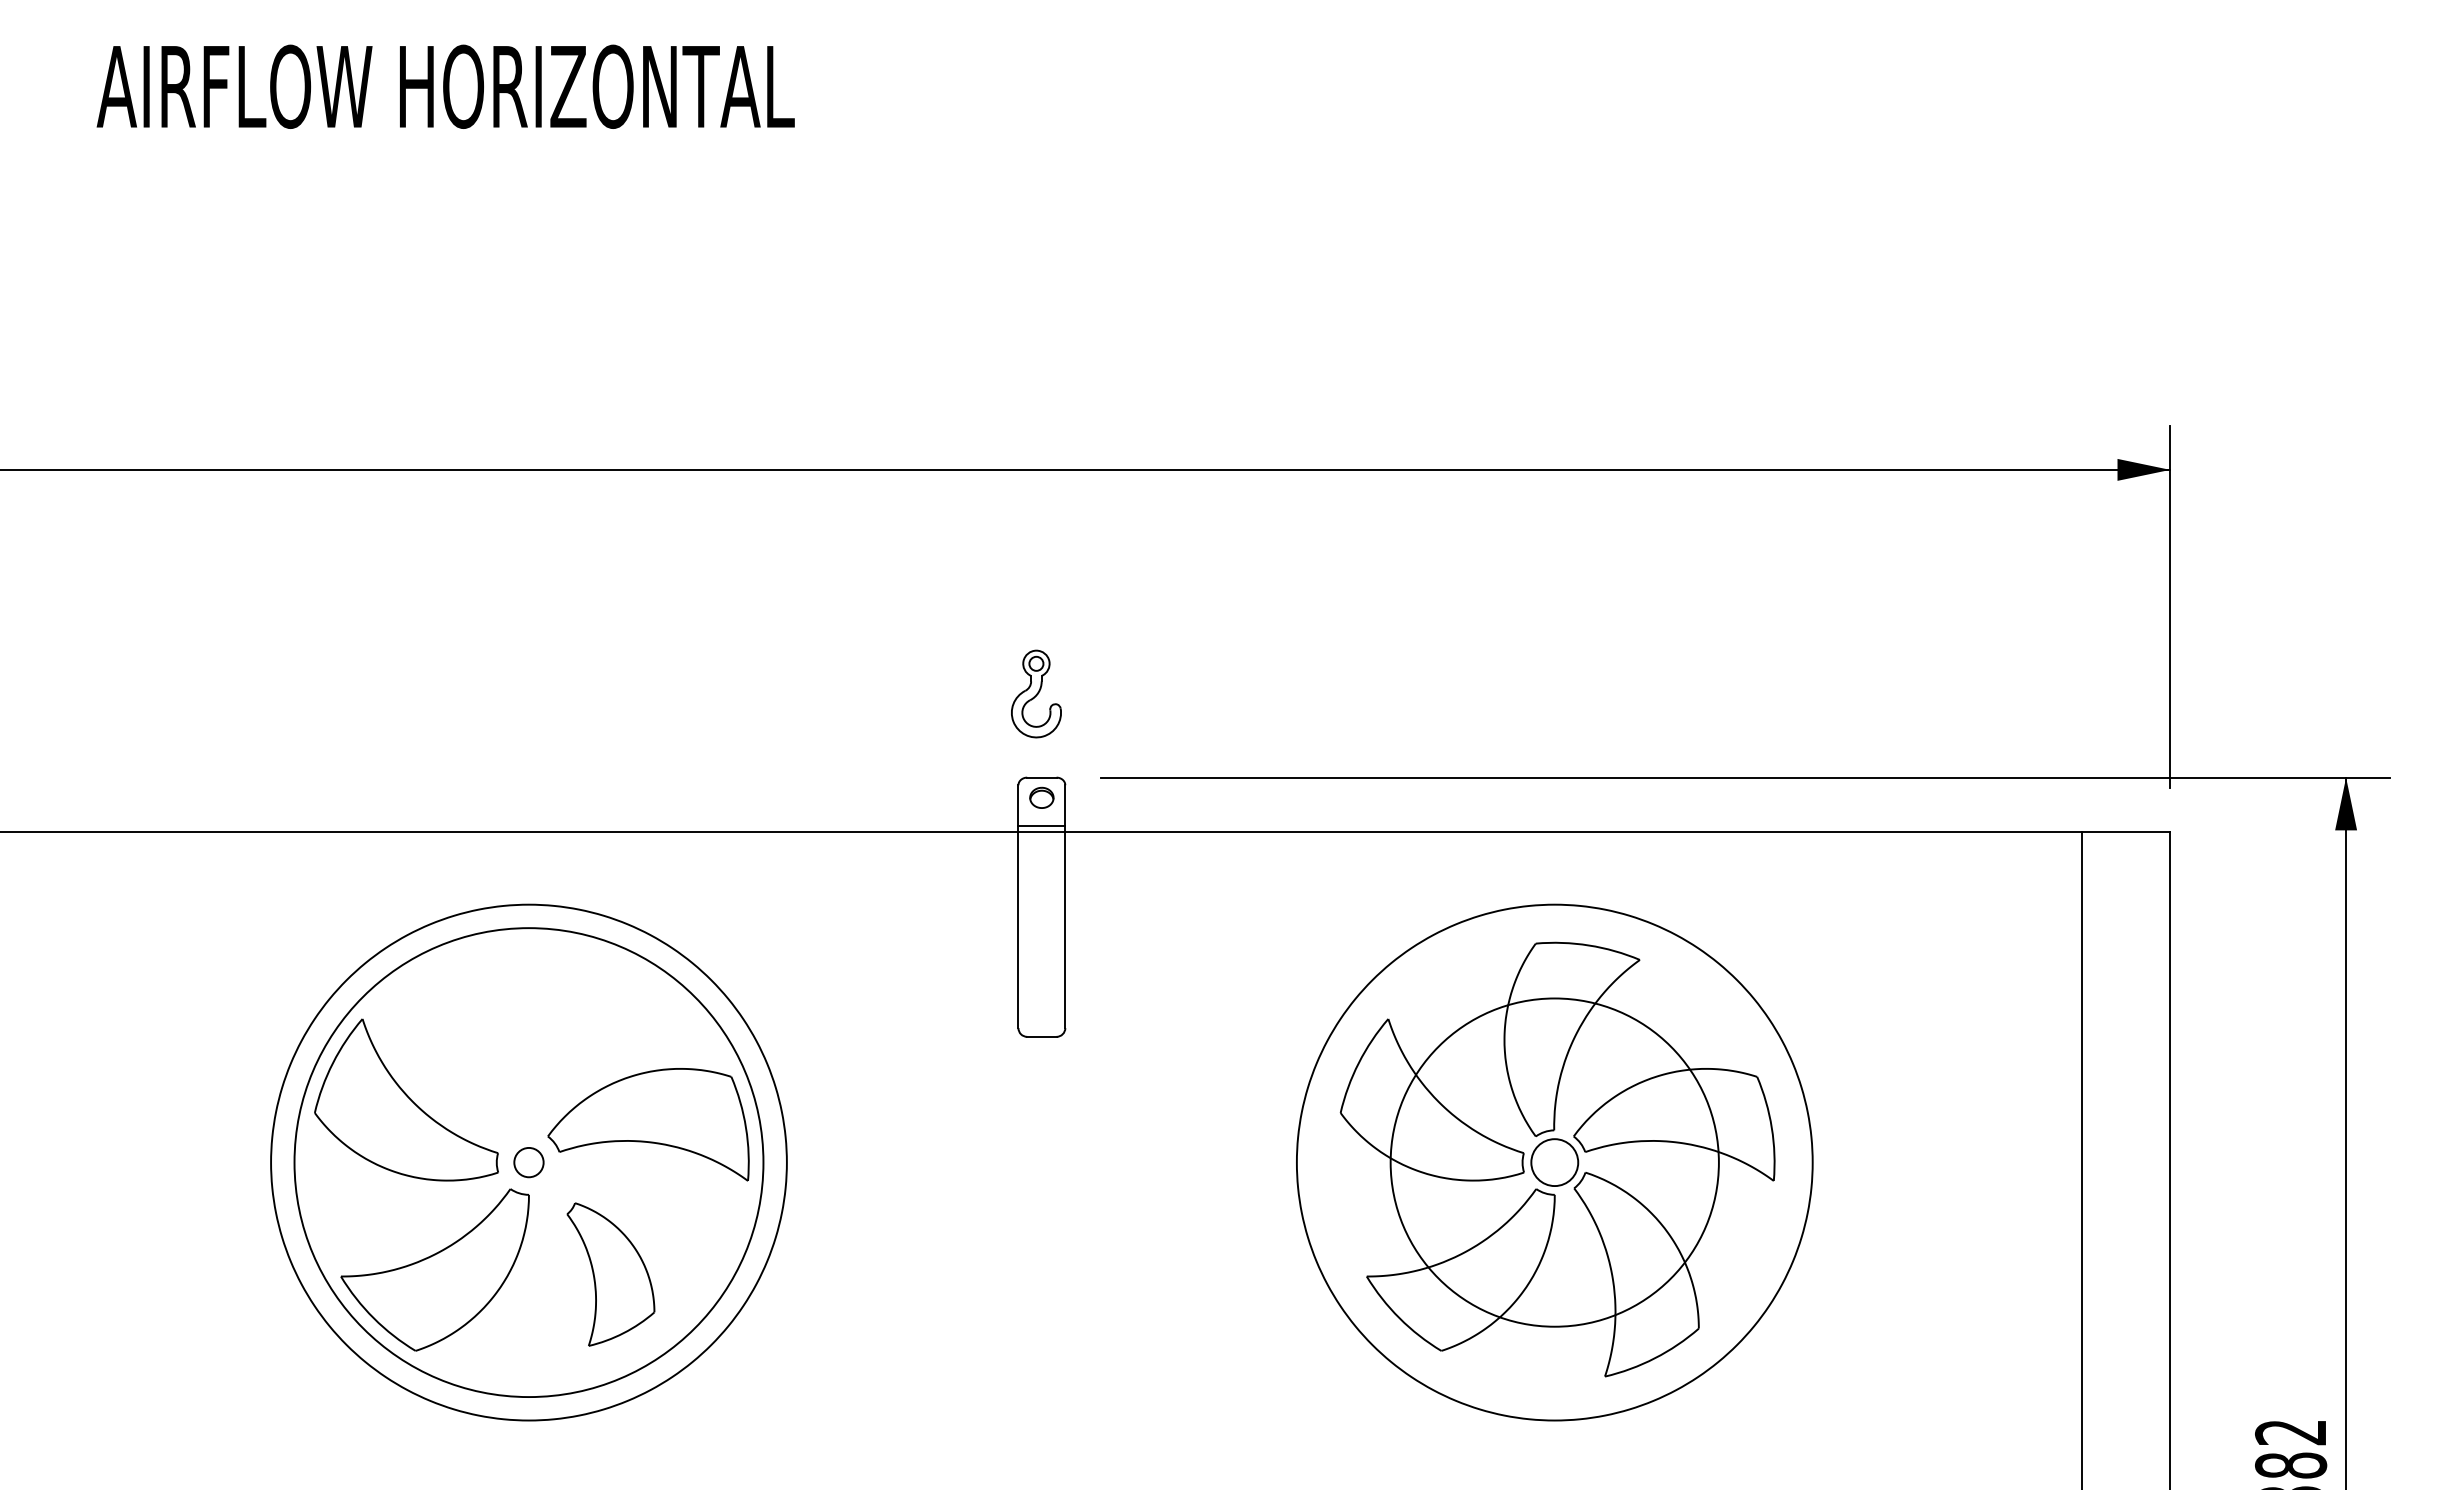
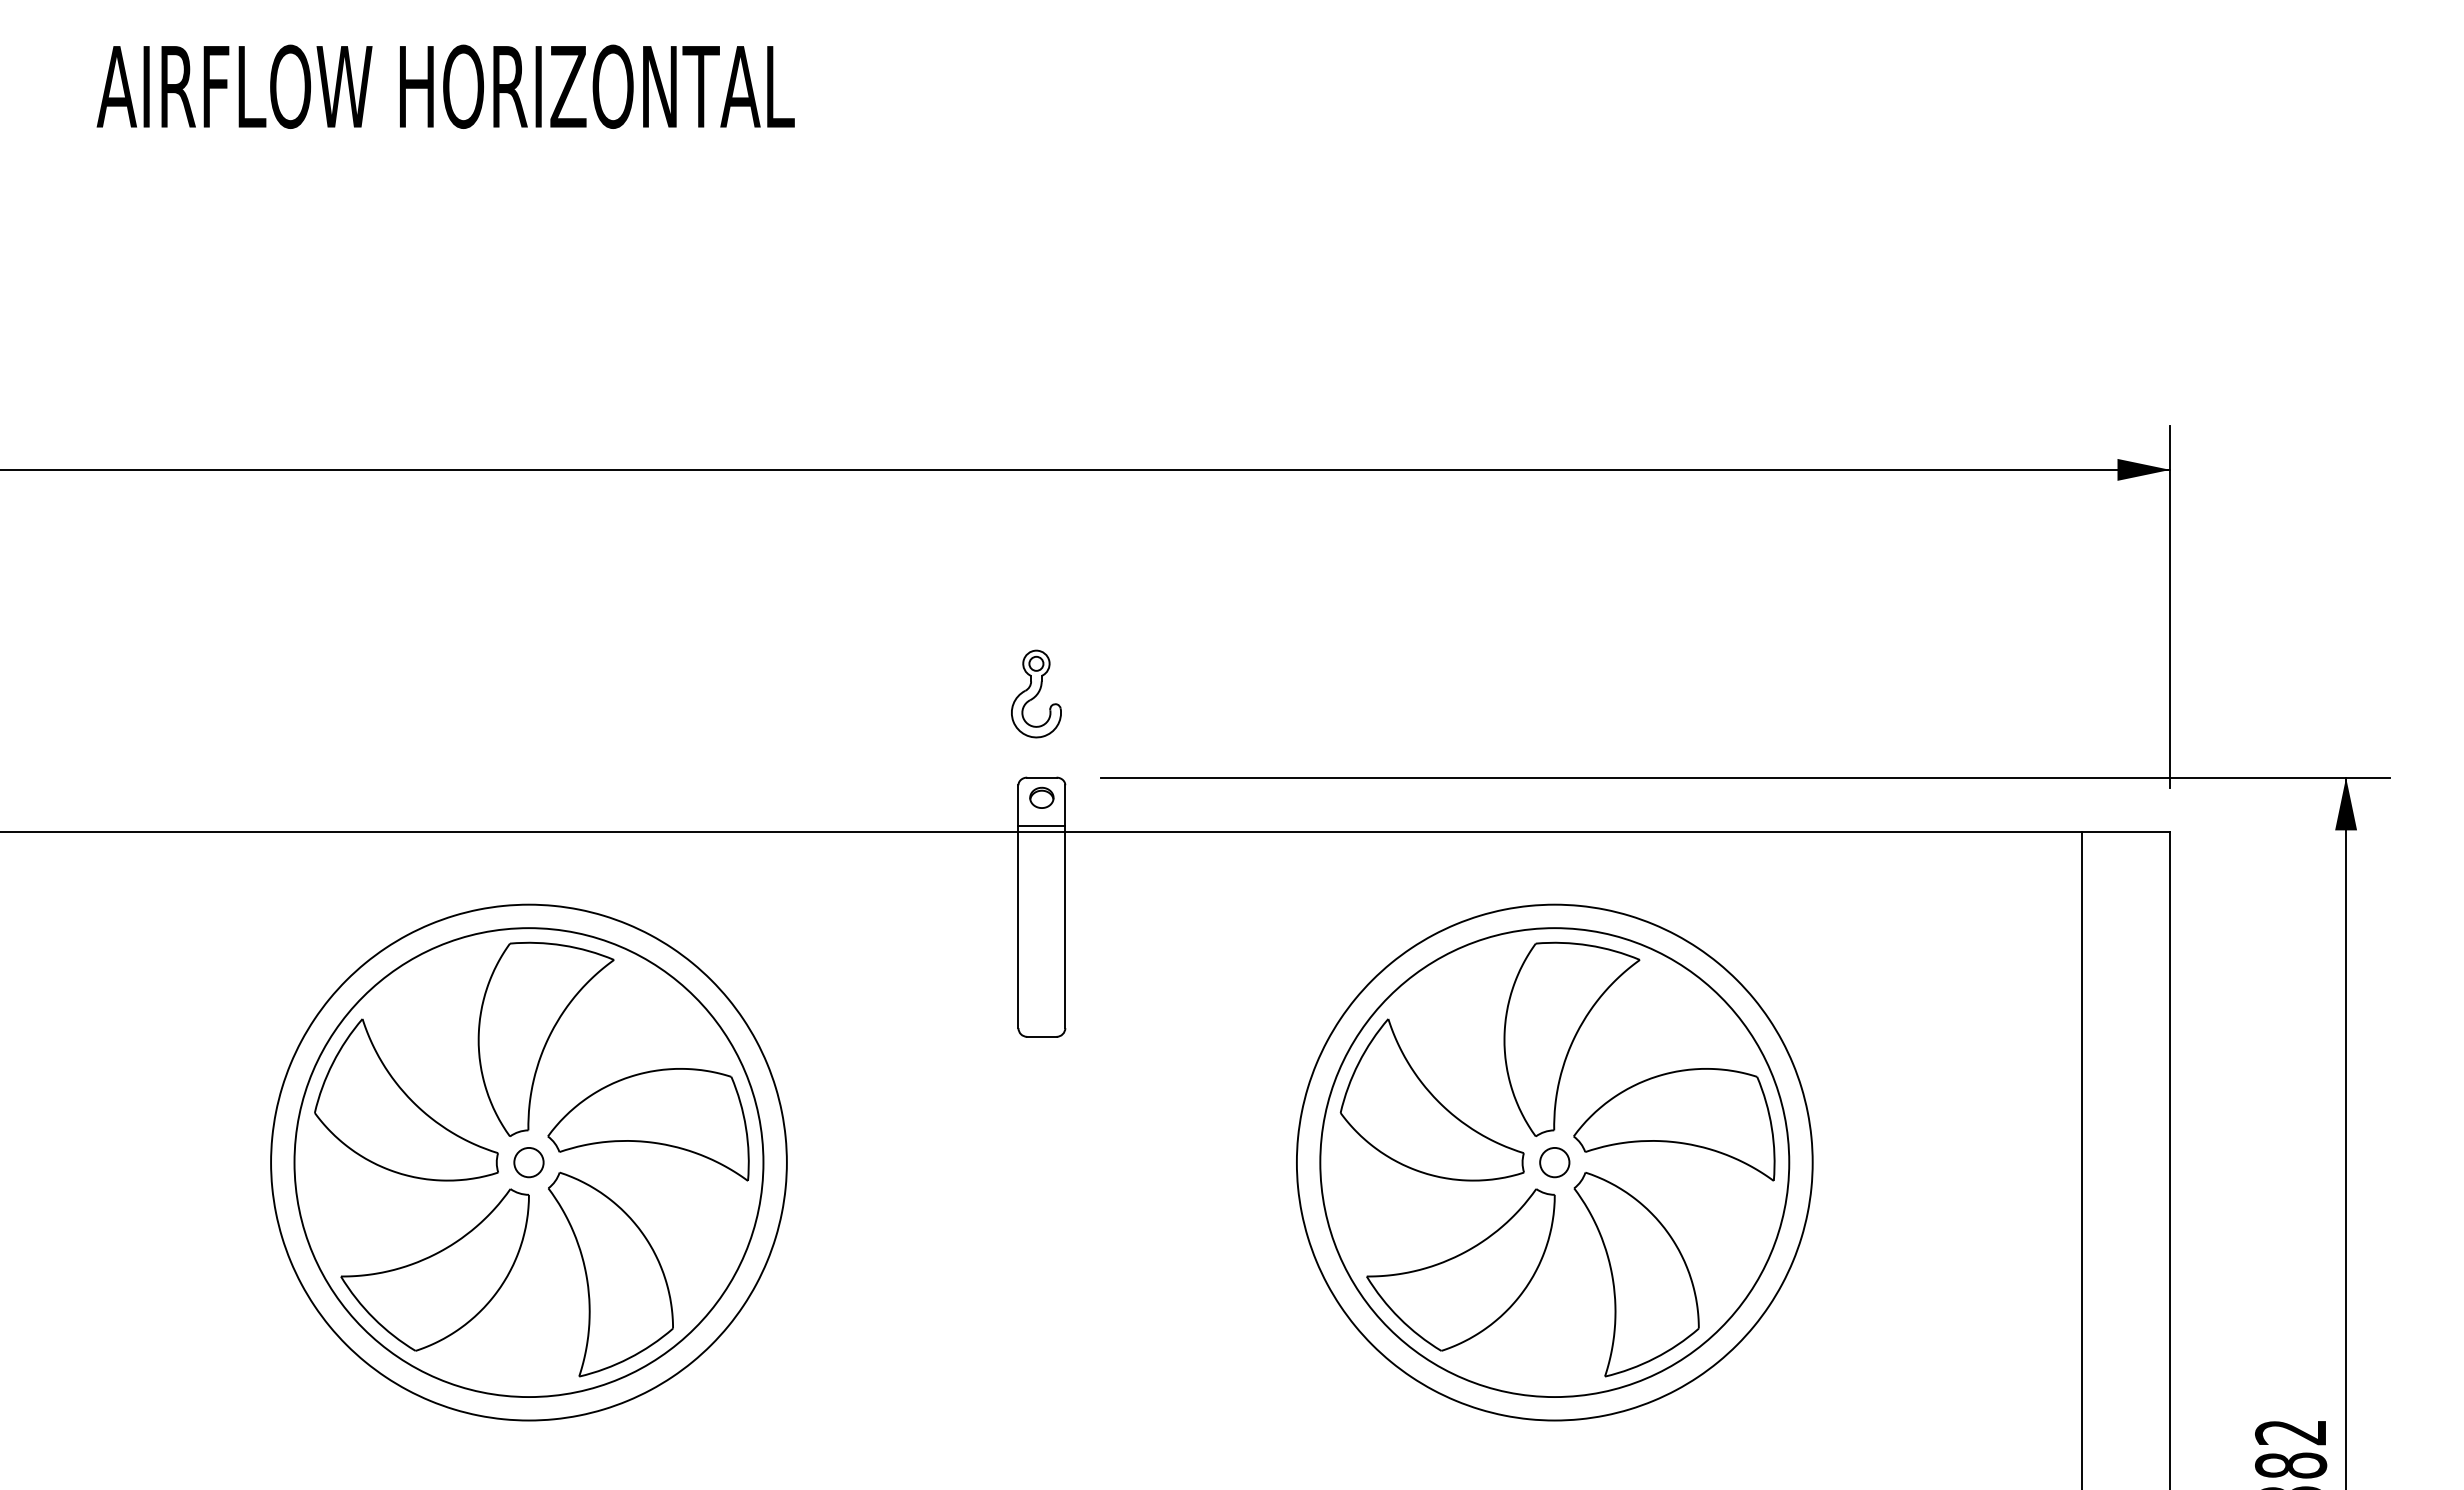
part at (545, 1038): none -> present
circle at (1554, 1162) diameter: 328 px -> 469 px
circle at (1554, 1162) diameter: 47 px -> 29 px
part at (610, 1274) size: 90x145 px -> 126x207 px
